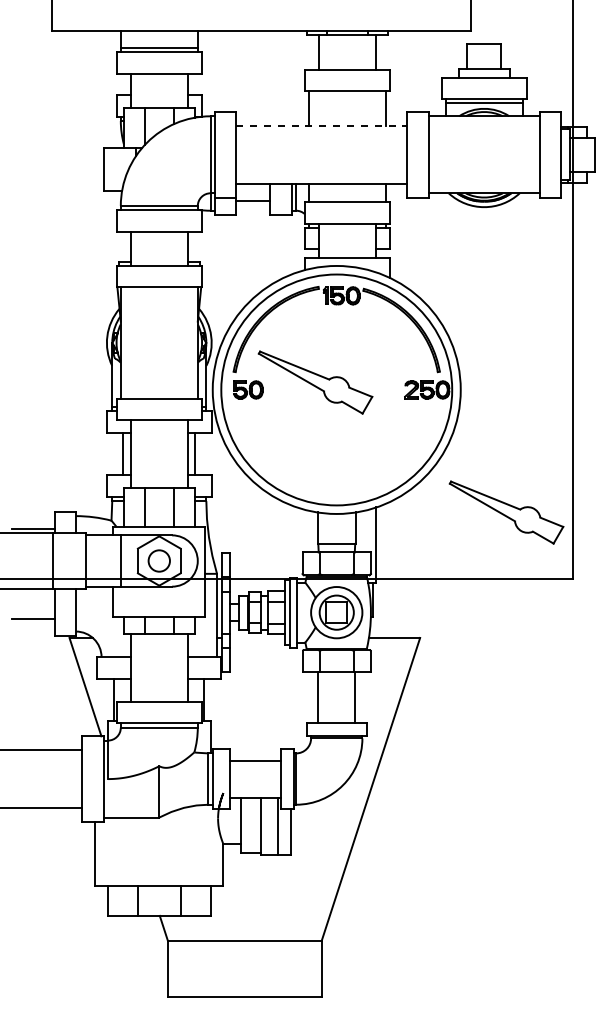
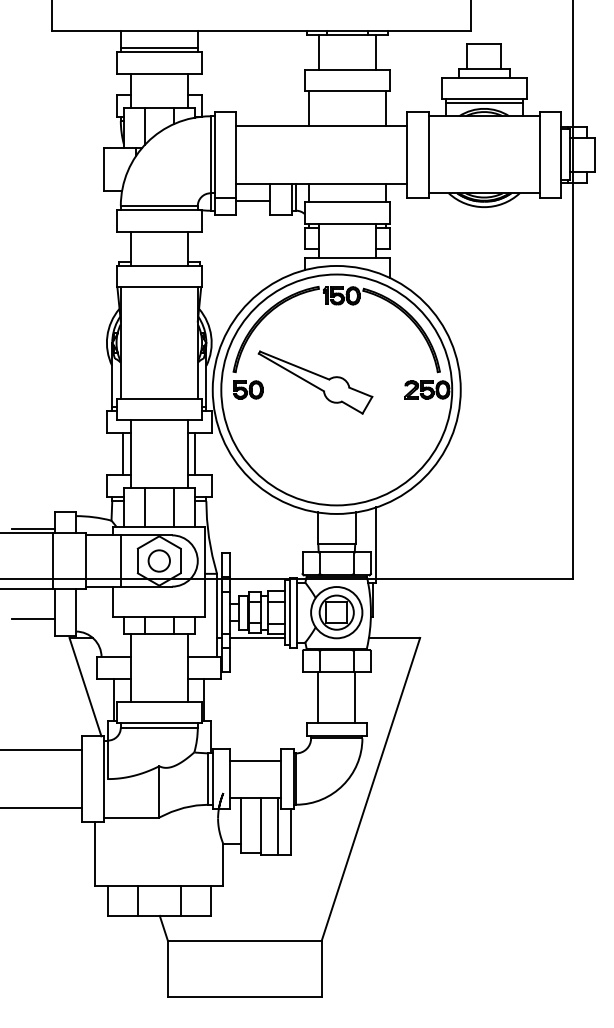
line at (321, 126): dashed -> solid
part at (506, 512): present -> none
line at (257, 637): none -> present
